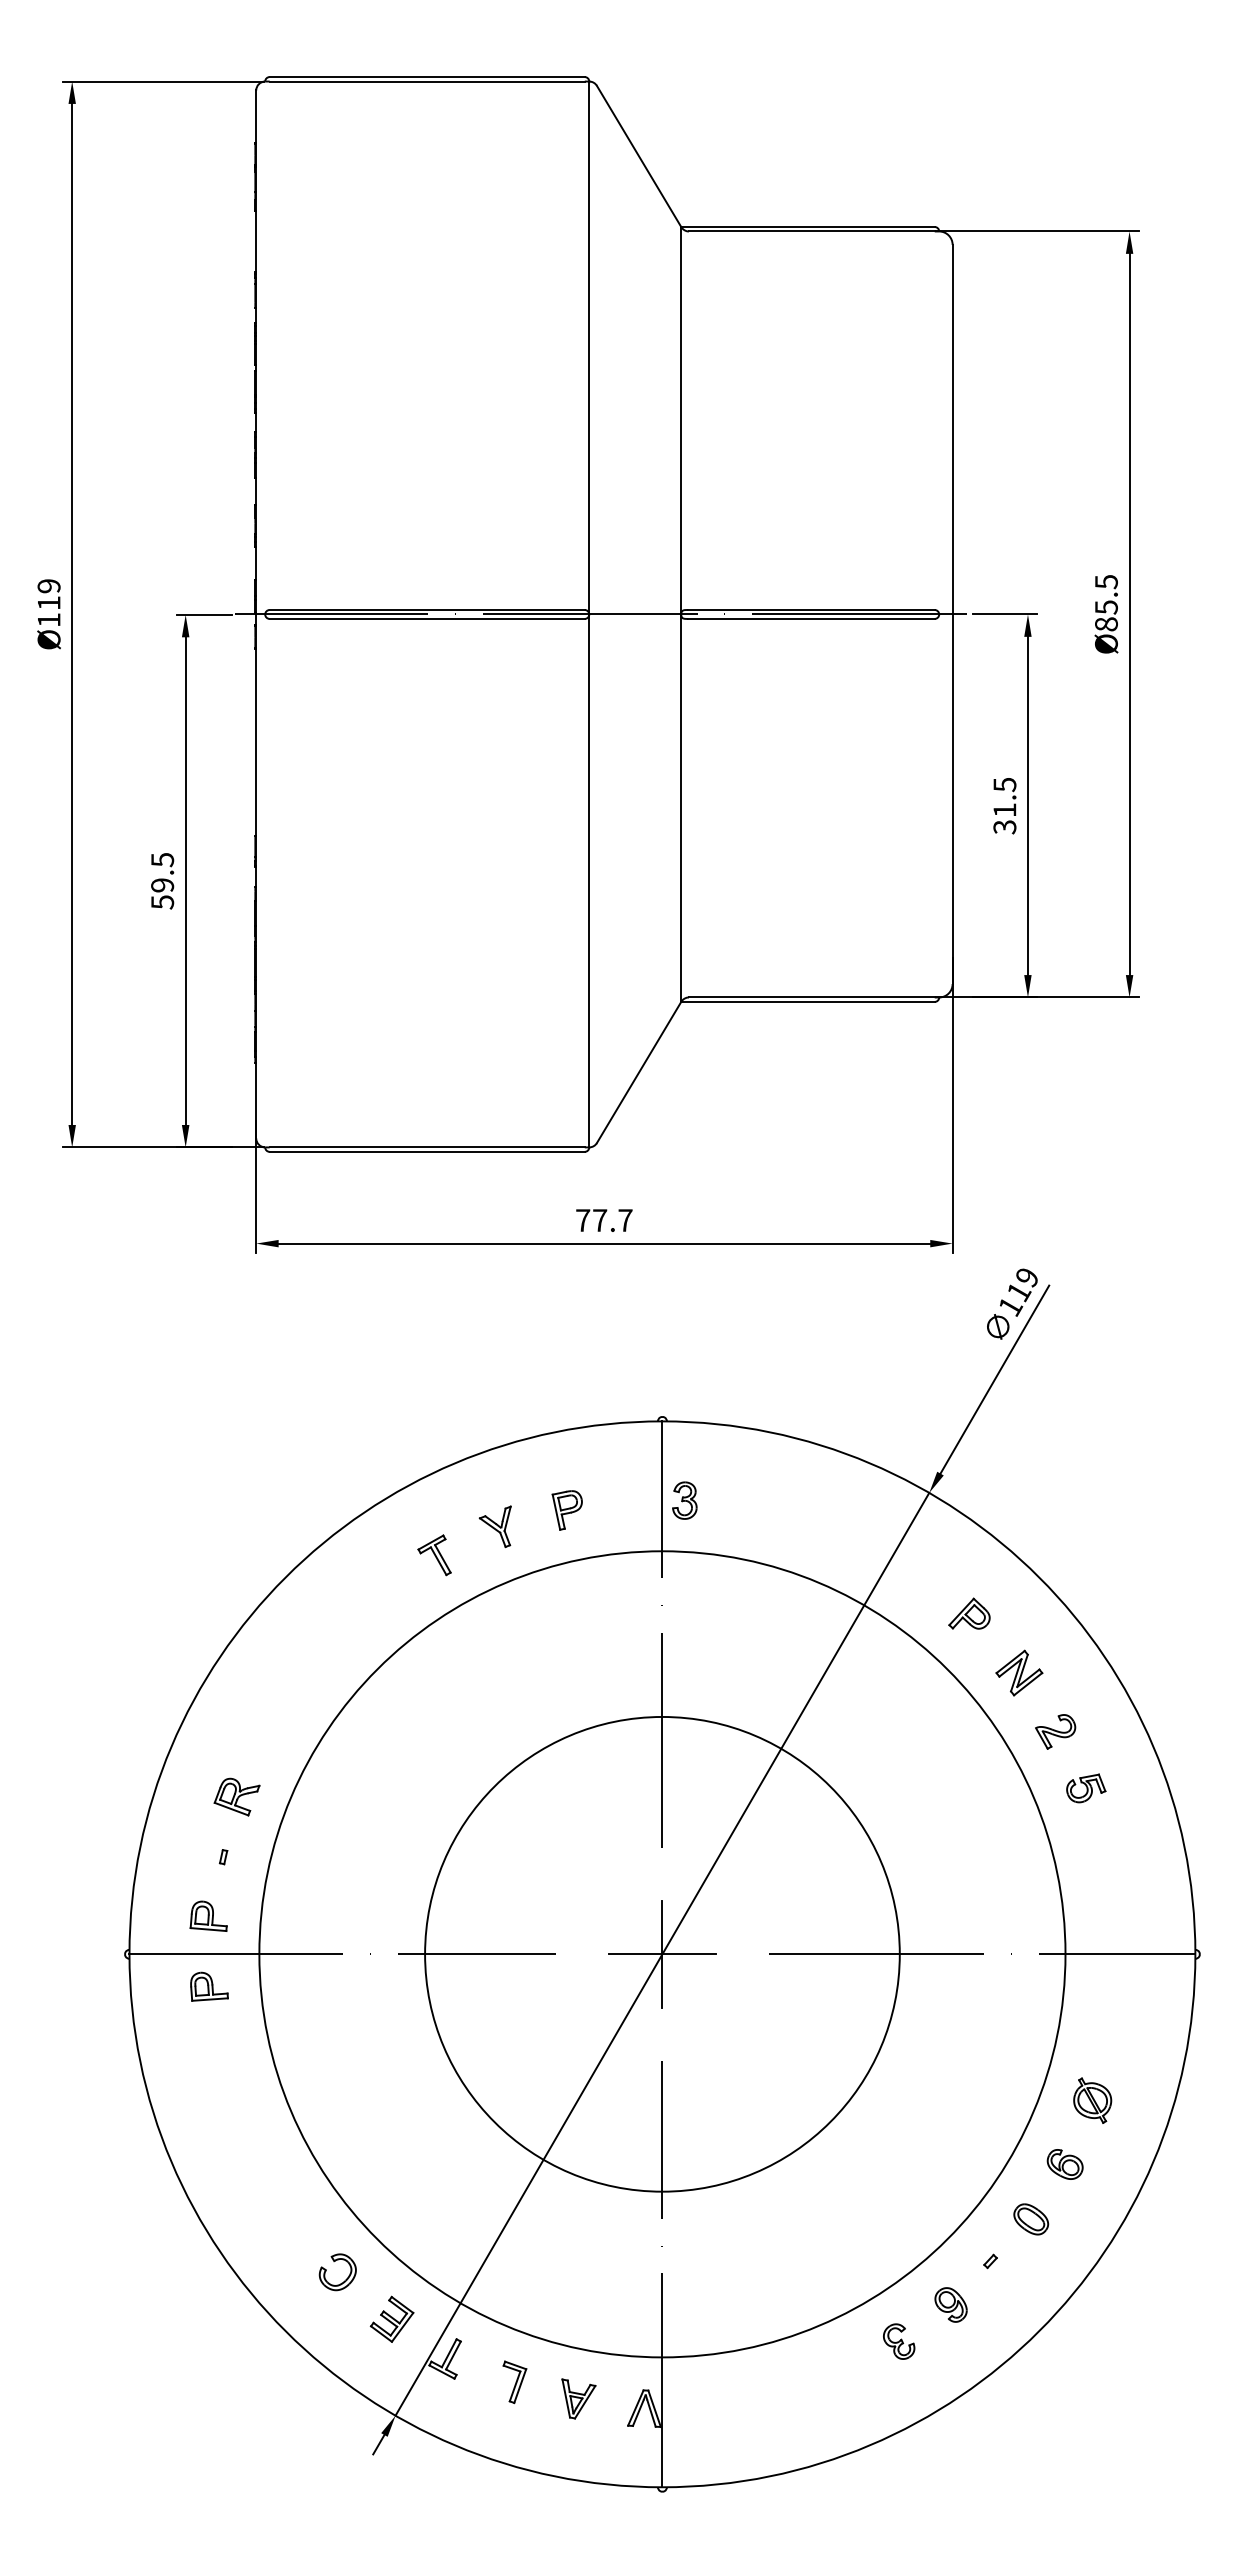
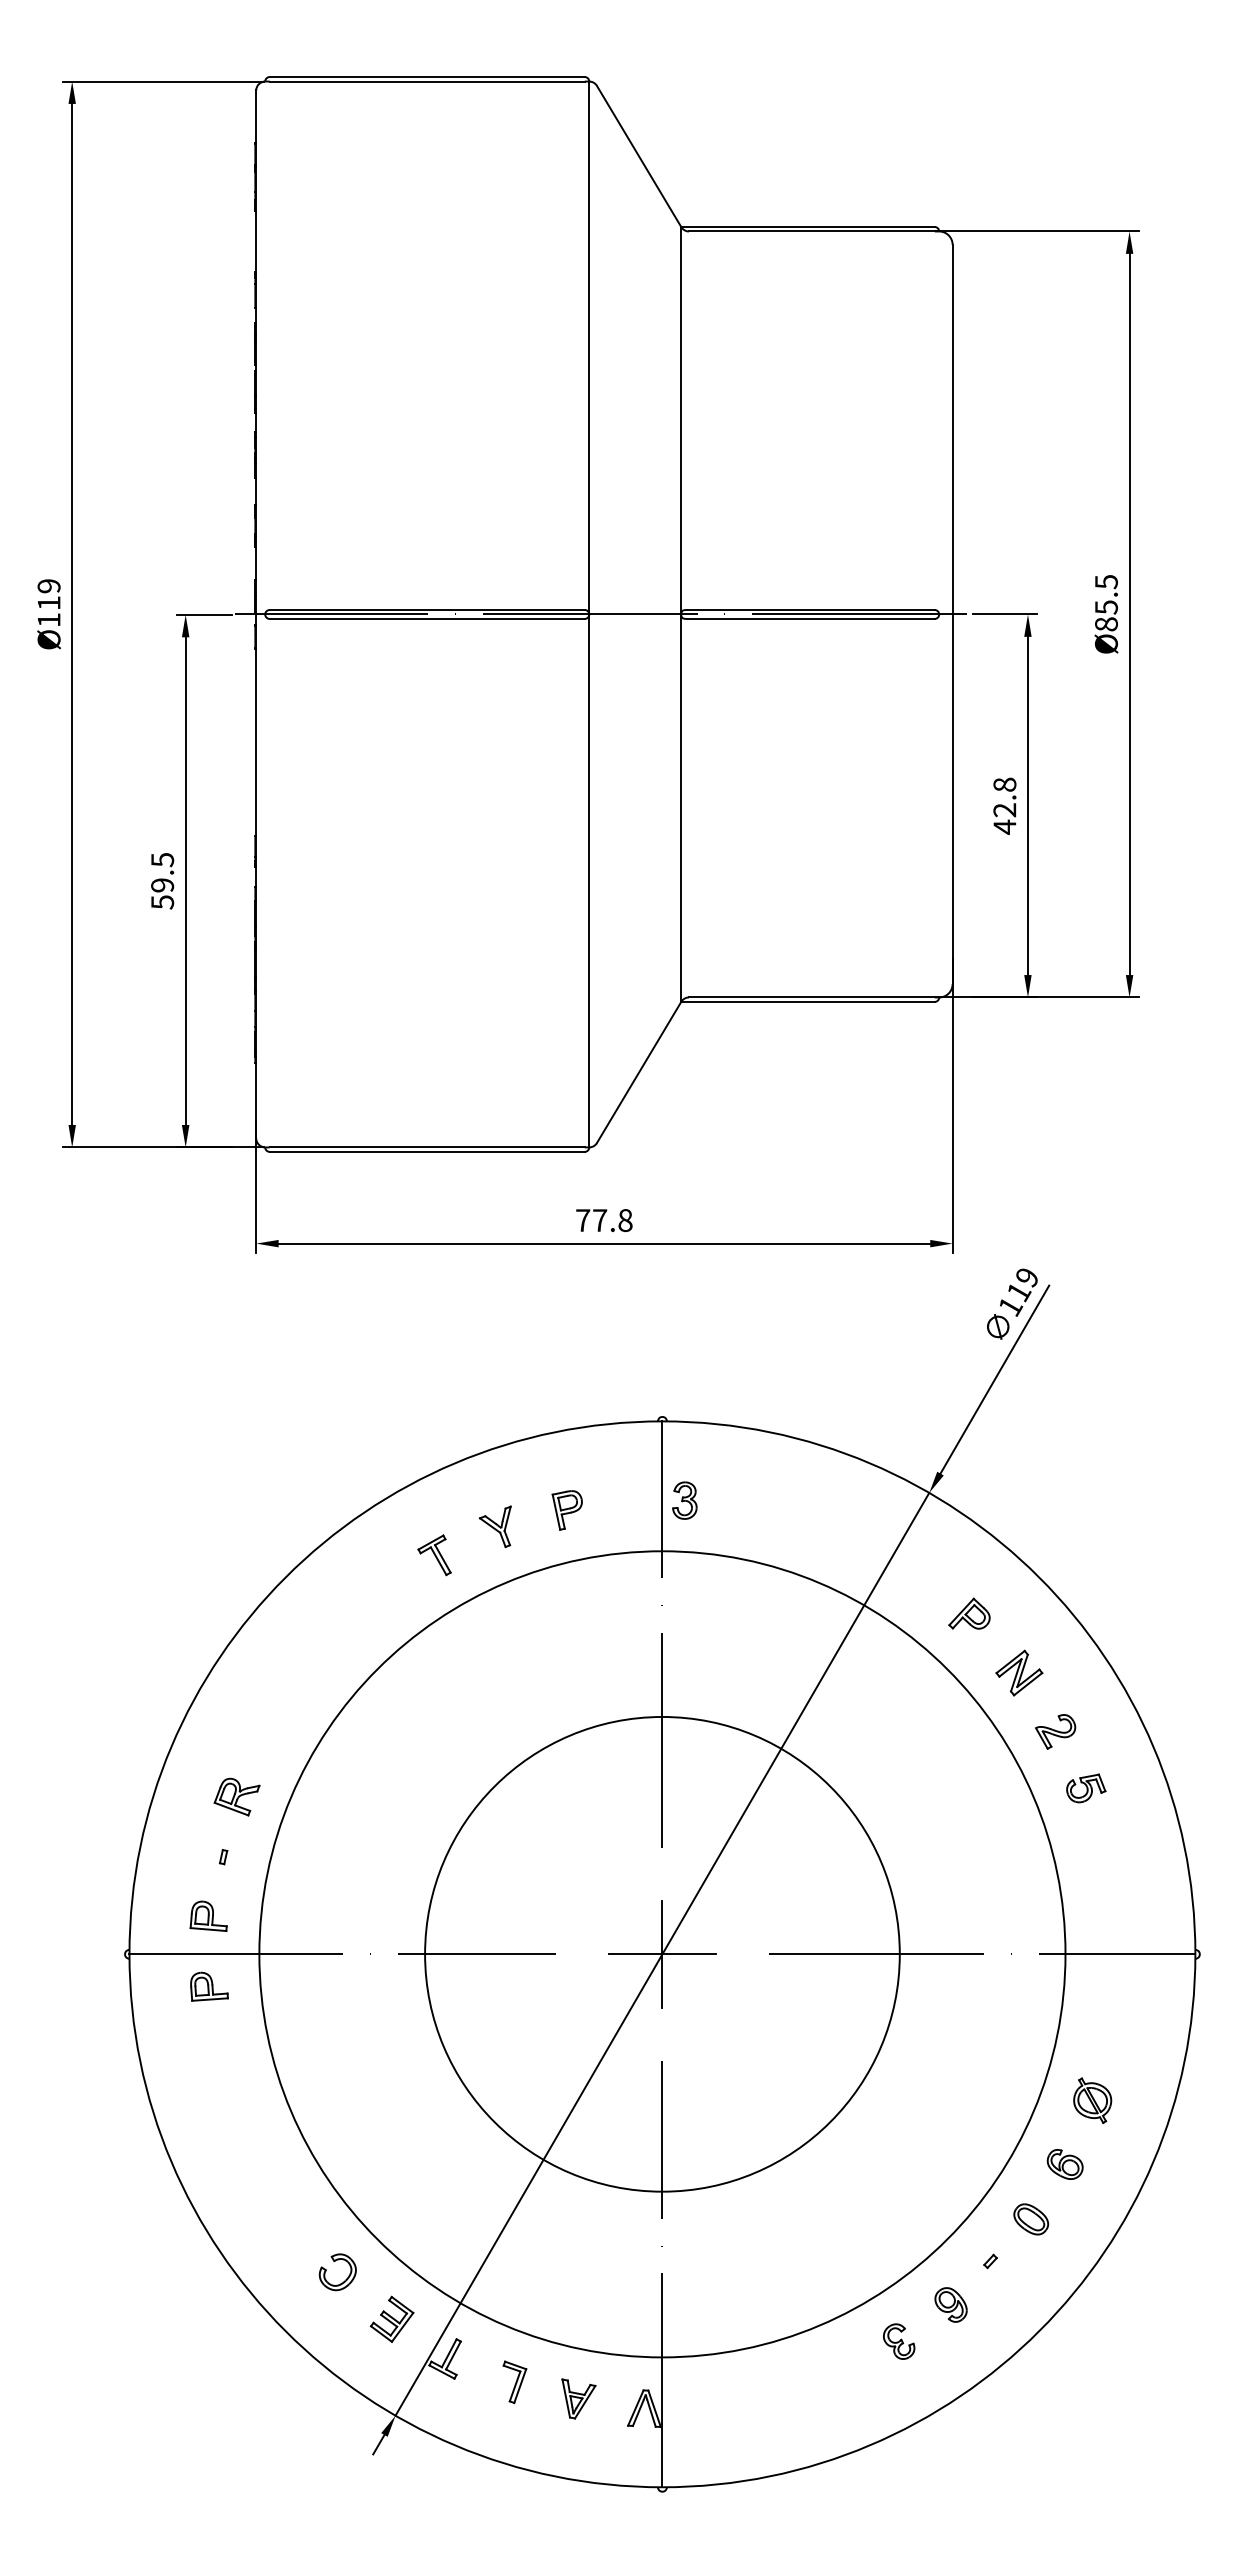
text at (1004, 805): 31.5 -> 42.8
text at (625, 1220): 77.7 -> 77.8
